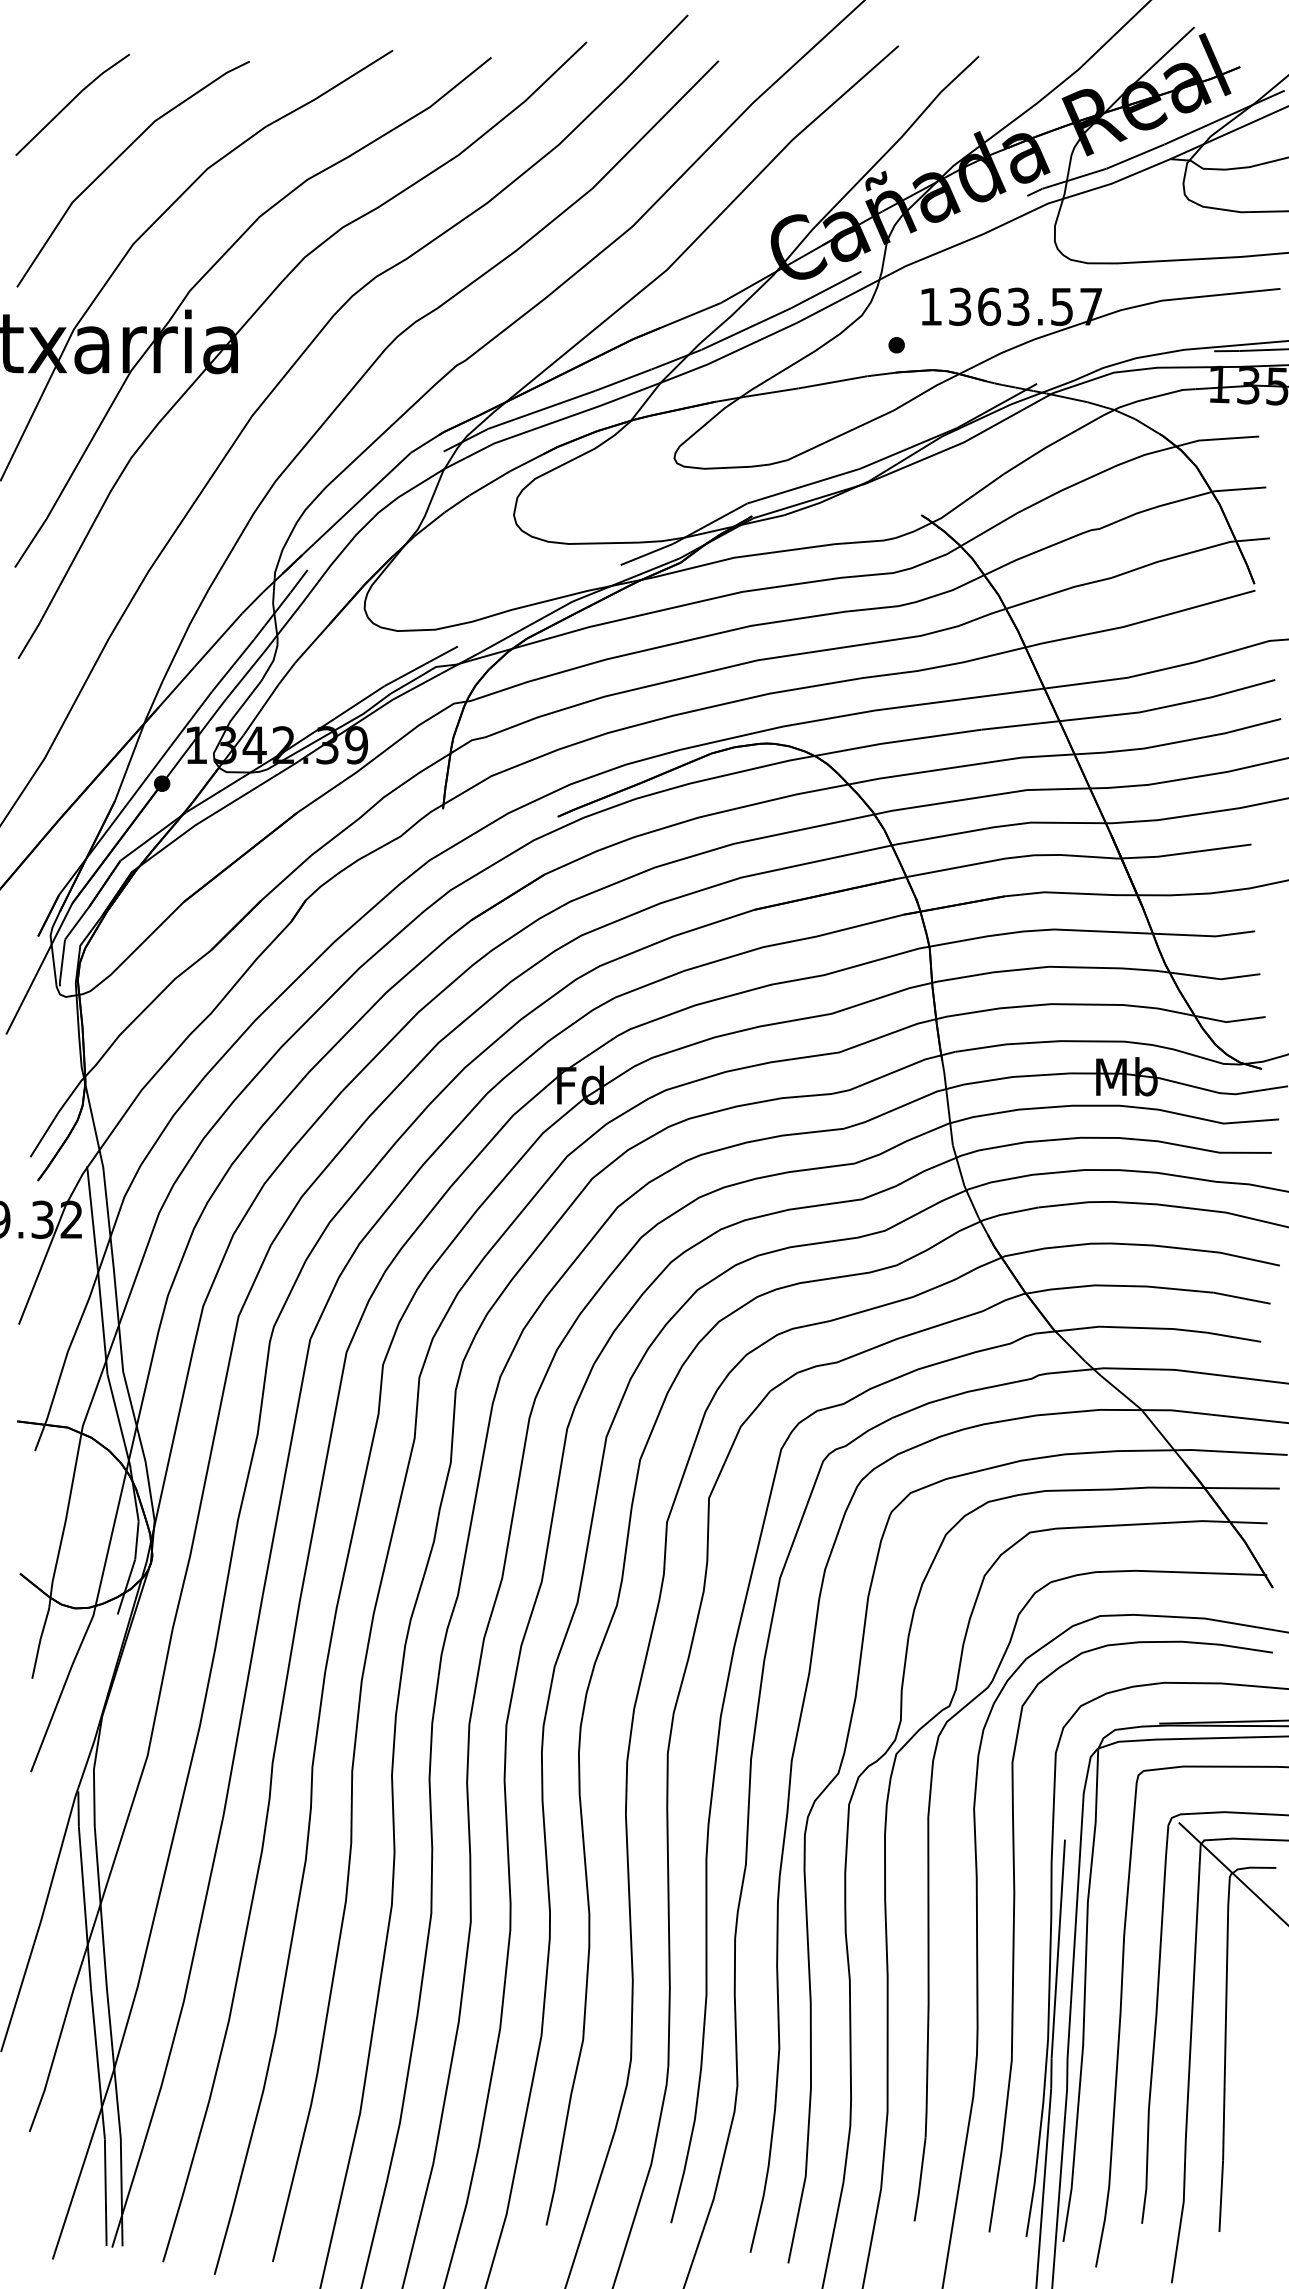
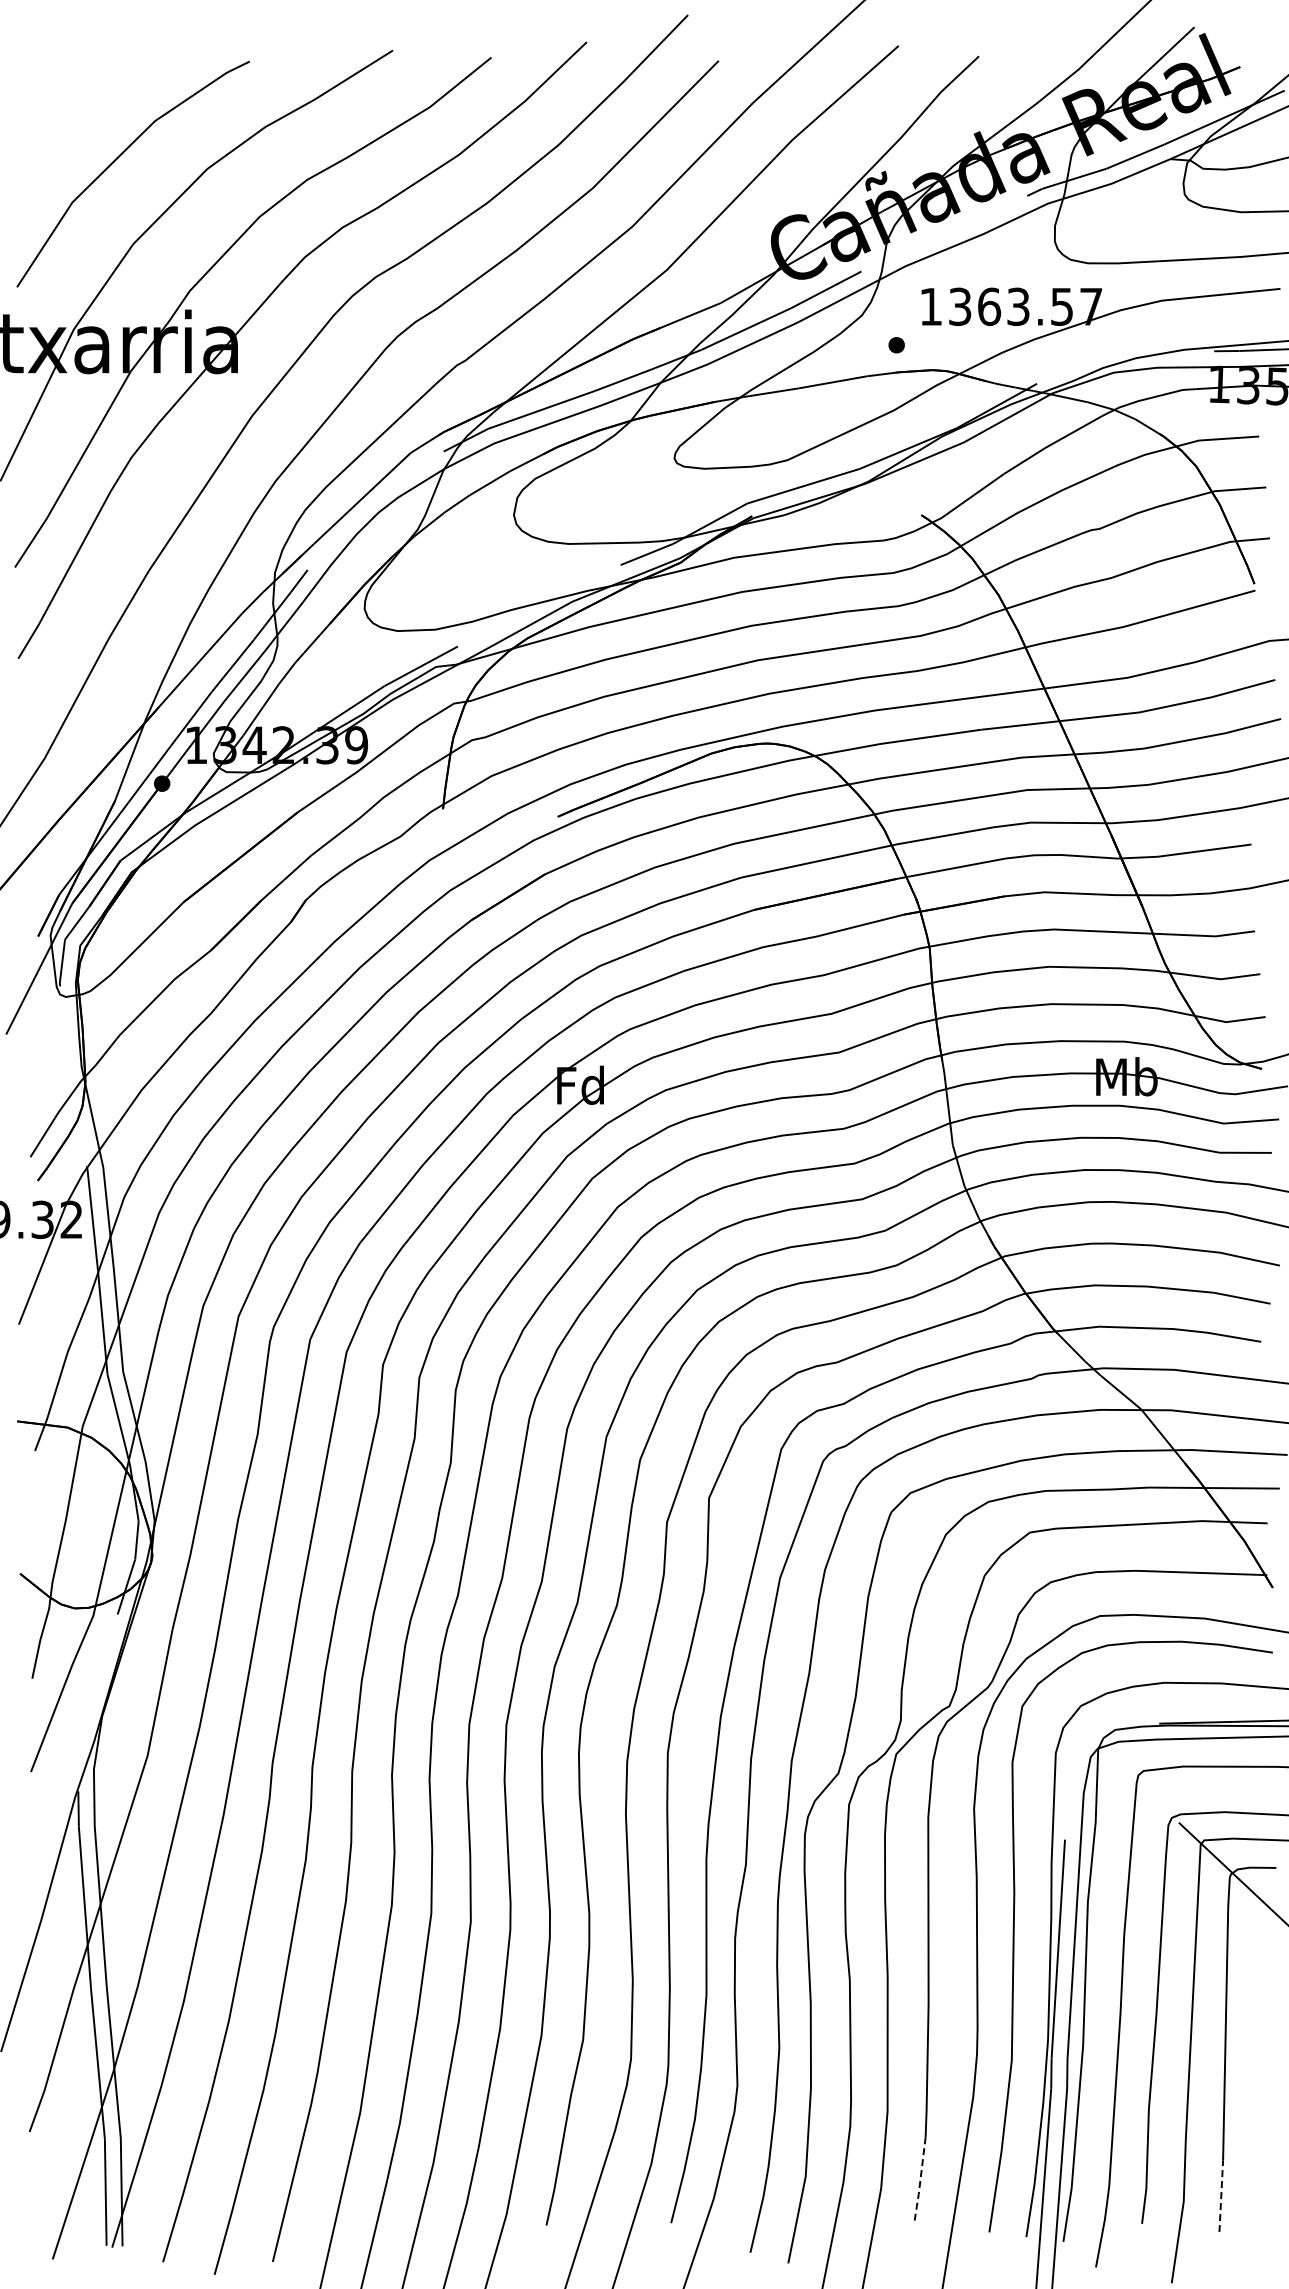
line at (71, 102): present -> none
line at (920, 2180): solid -> dashed
line at (1221, 2196): solid -> dashed
